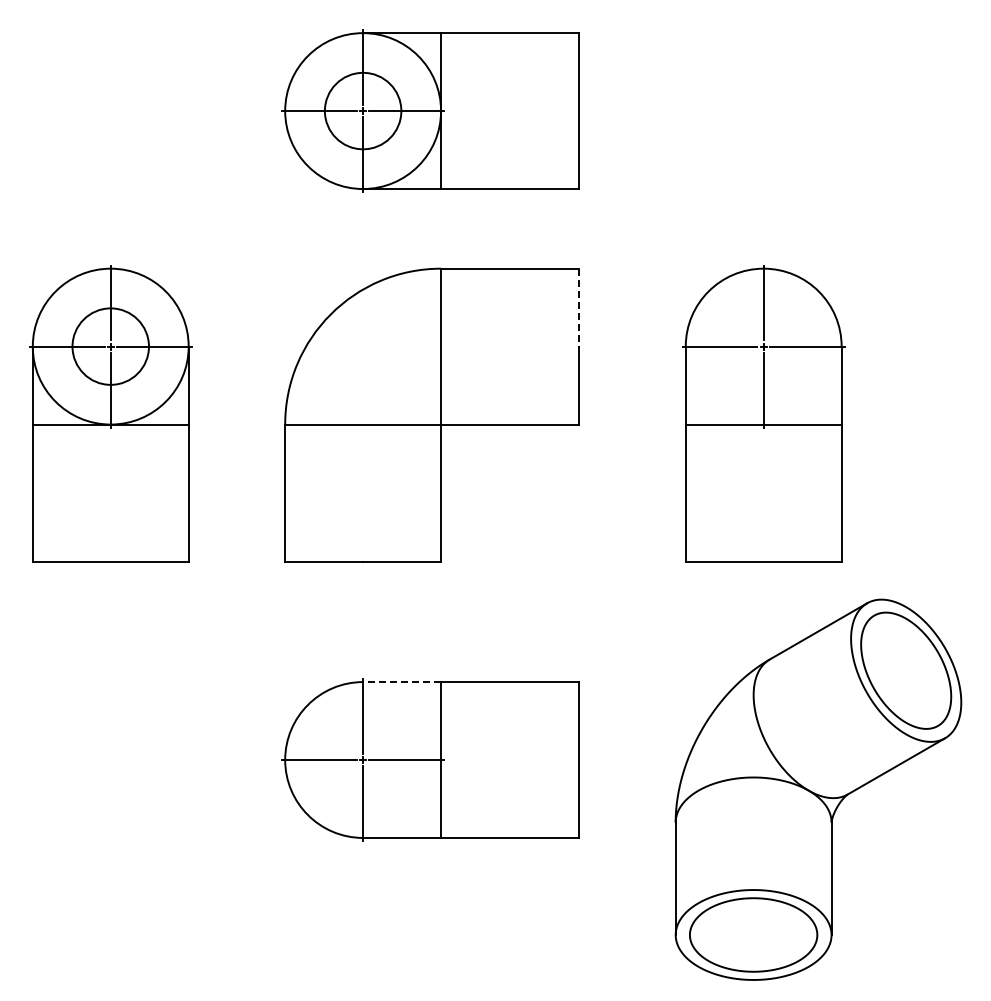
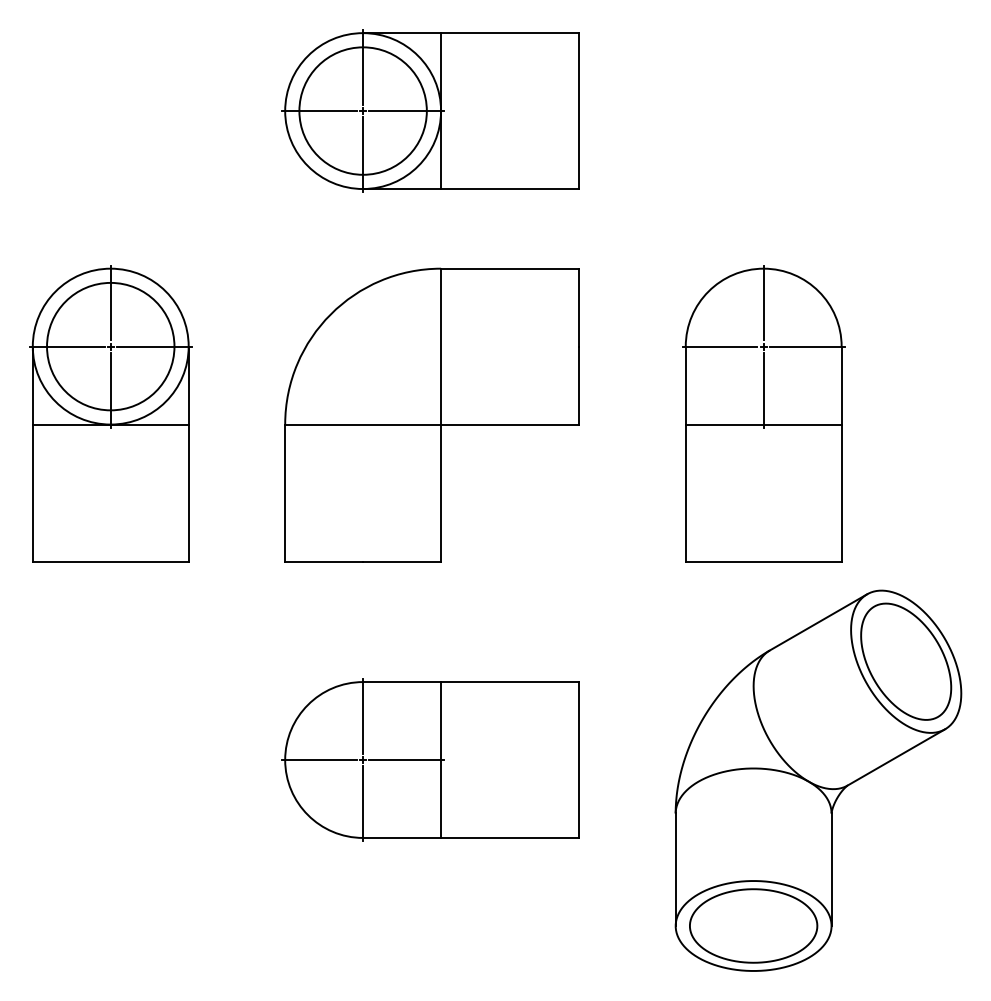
circle at (362, 110) diameter: 76 px -> 127 px
line at (578, 307): dashed -> solid
circle at (110, 346) diameter: 76 px -> 127 px
line at (402, 682): dashed -> solid
part at (818, 789) position: (818, 789) -> (818, 780)
